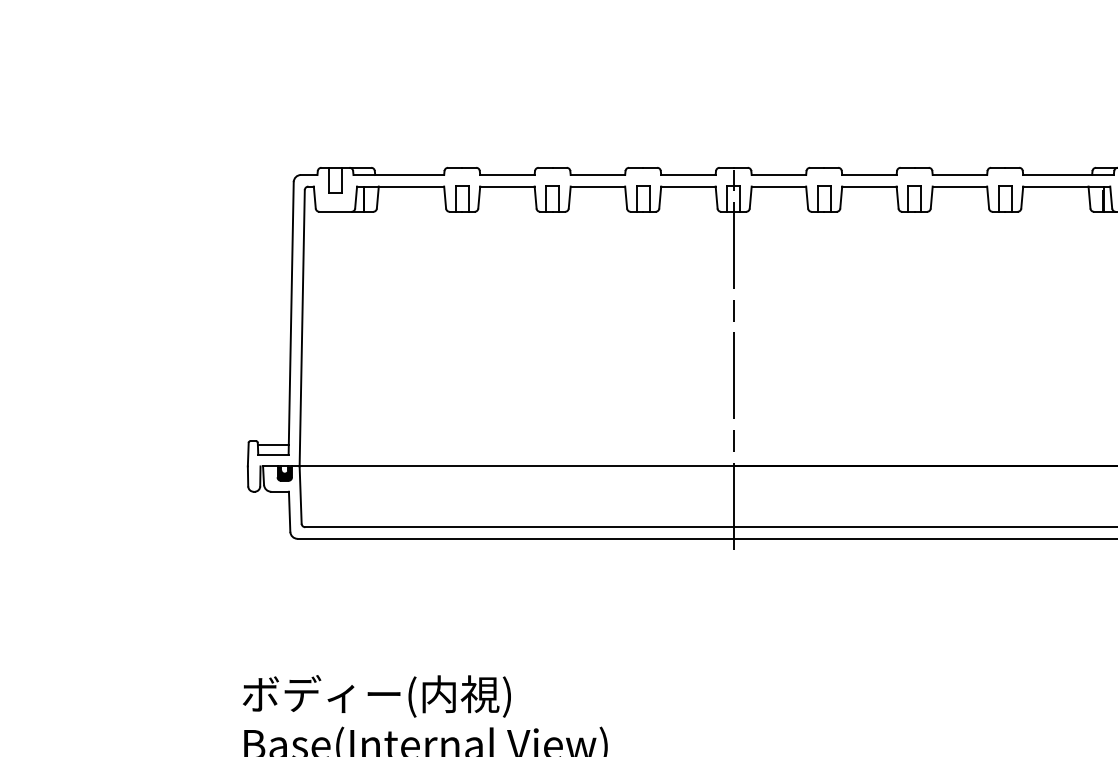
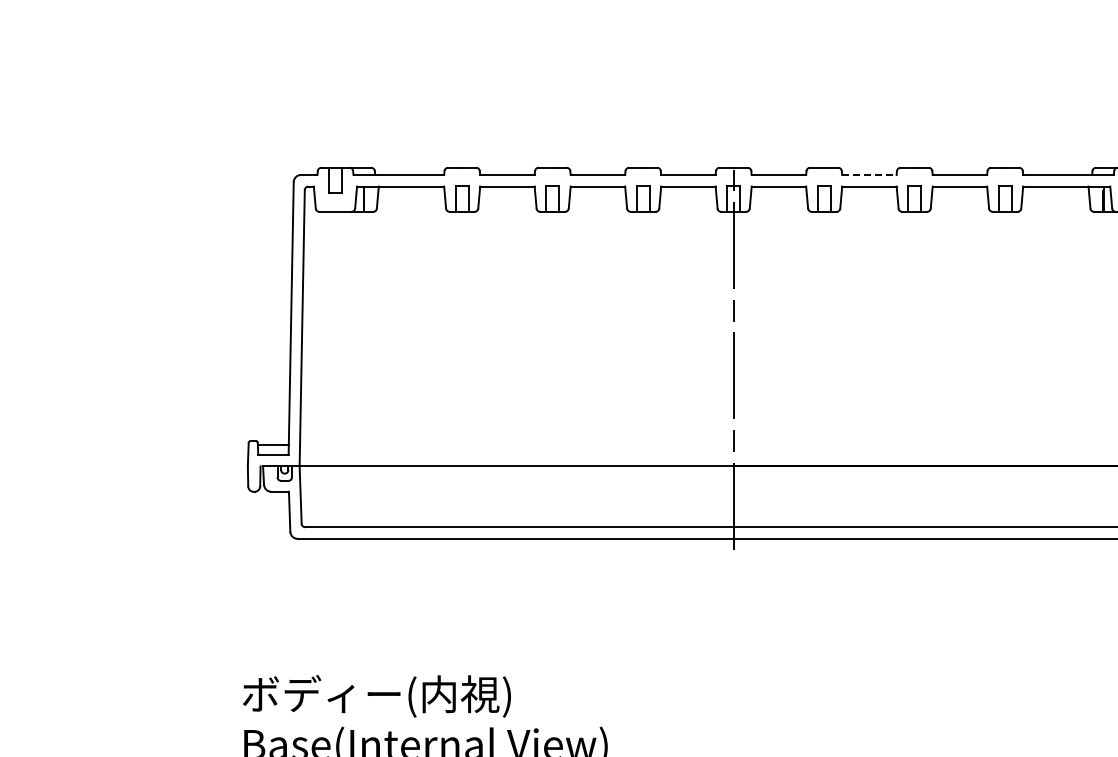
line at (869, 175): solid -> dashed
fill at (284, 473): present -> none
